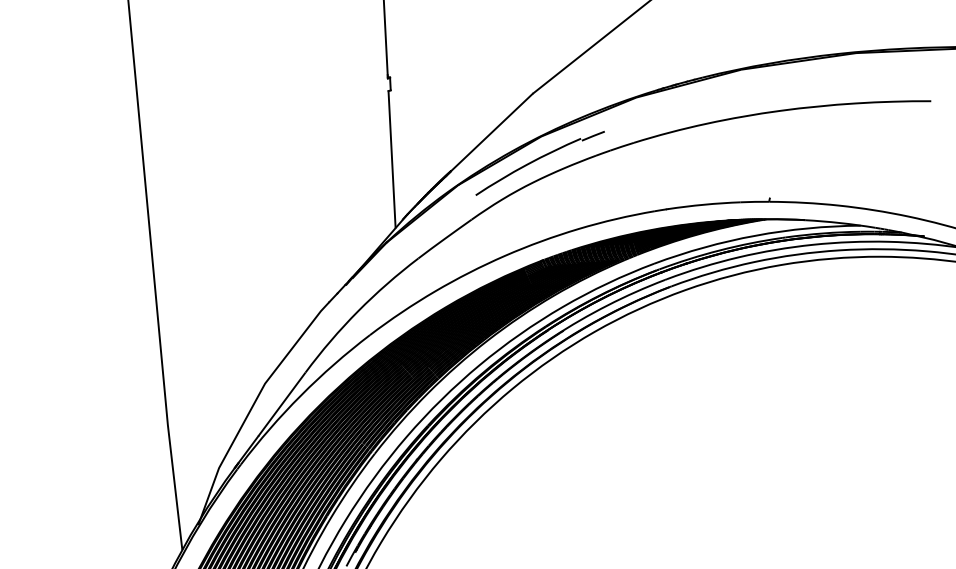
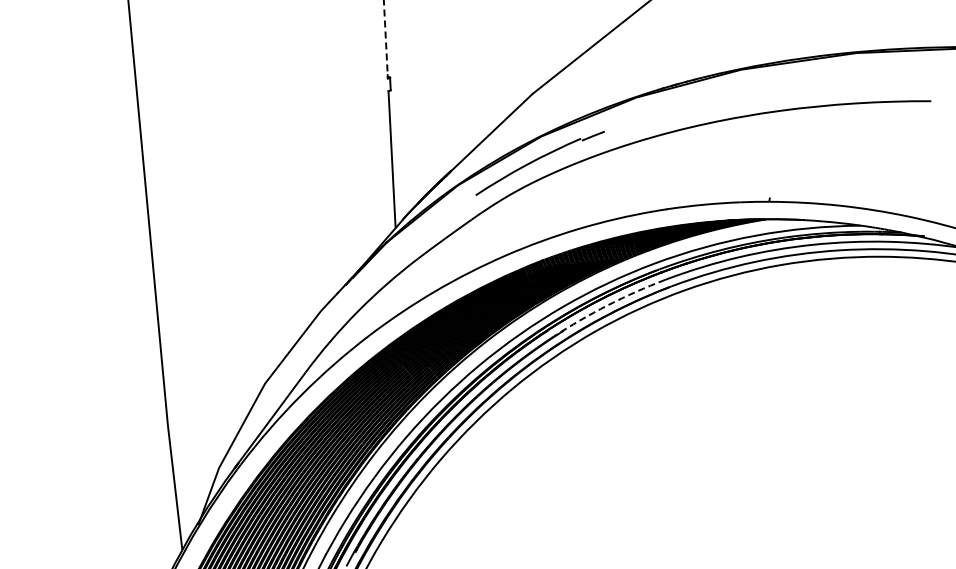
line at (385, 38): solid -> dashed
arc at (607, 305): solid -> dashed
